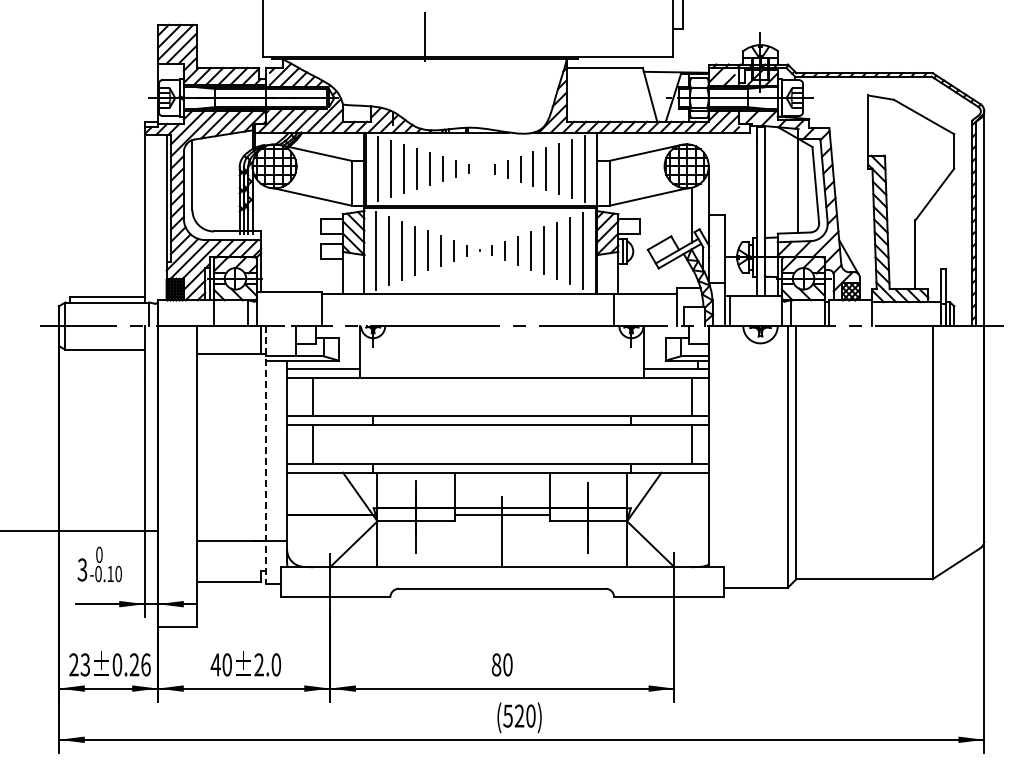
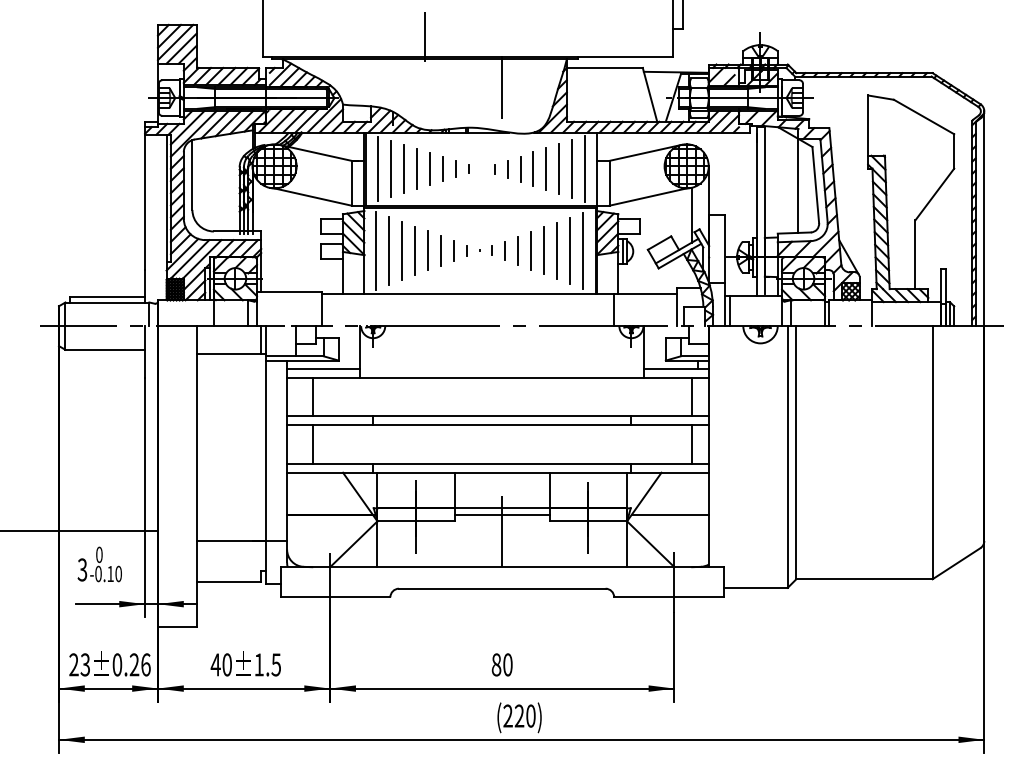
line at (502, 87): none -> present
line at (265, 455): dashed -> solid
line at (669, 514): none -> present
text at (267, 664): 2.0 -> 1.5
text at (507, 715): (520) -> (220)
